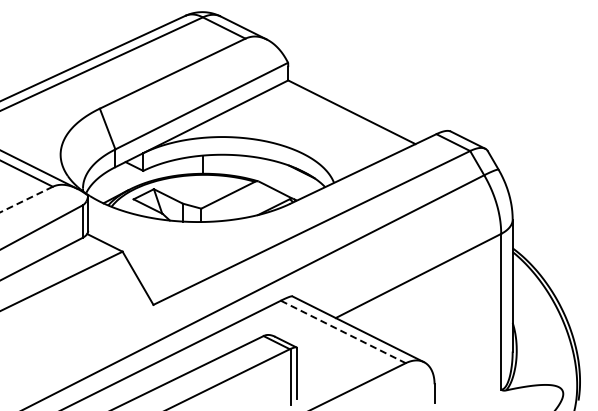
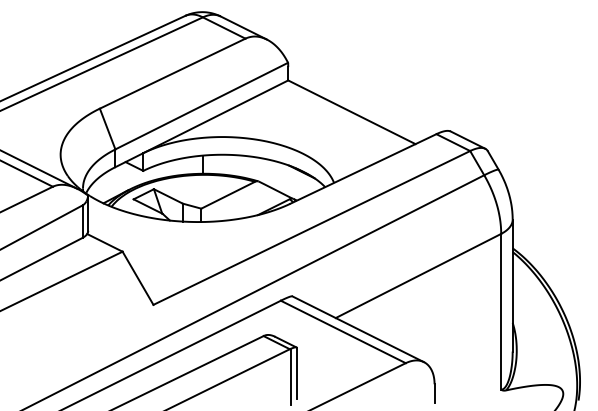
line at (26, 199): dashed -> solid
line at (343, 331): dashed -> solid
